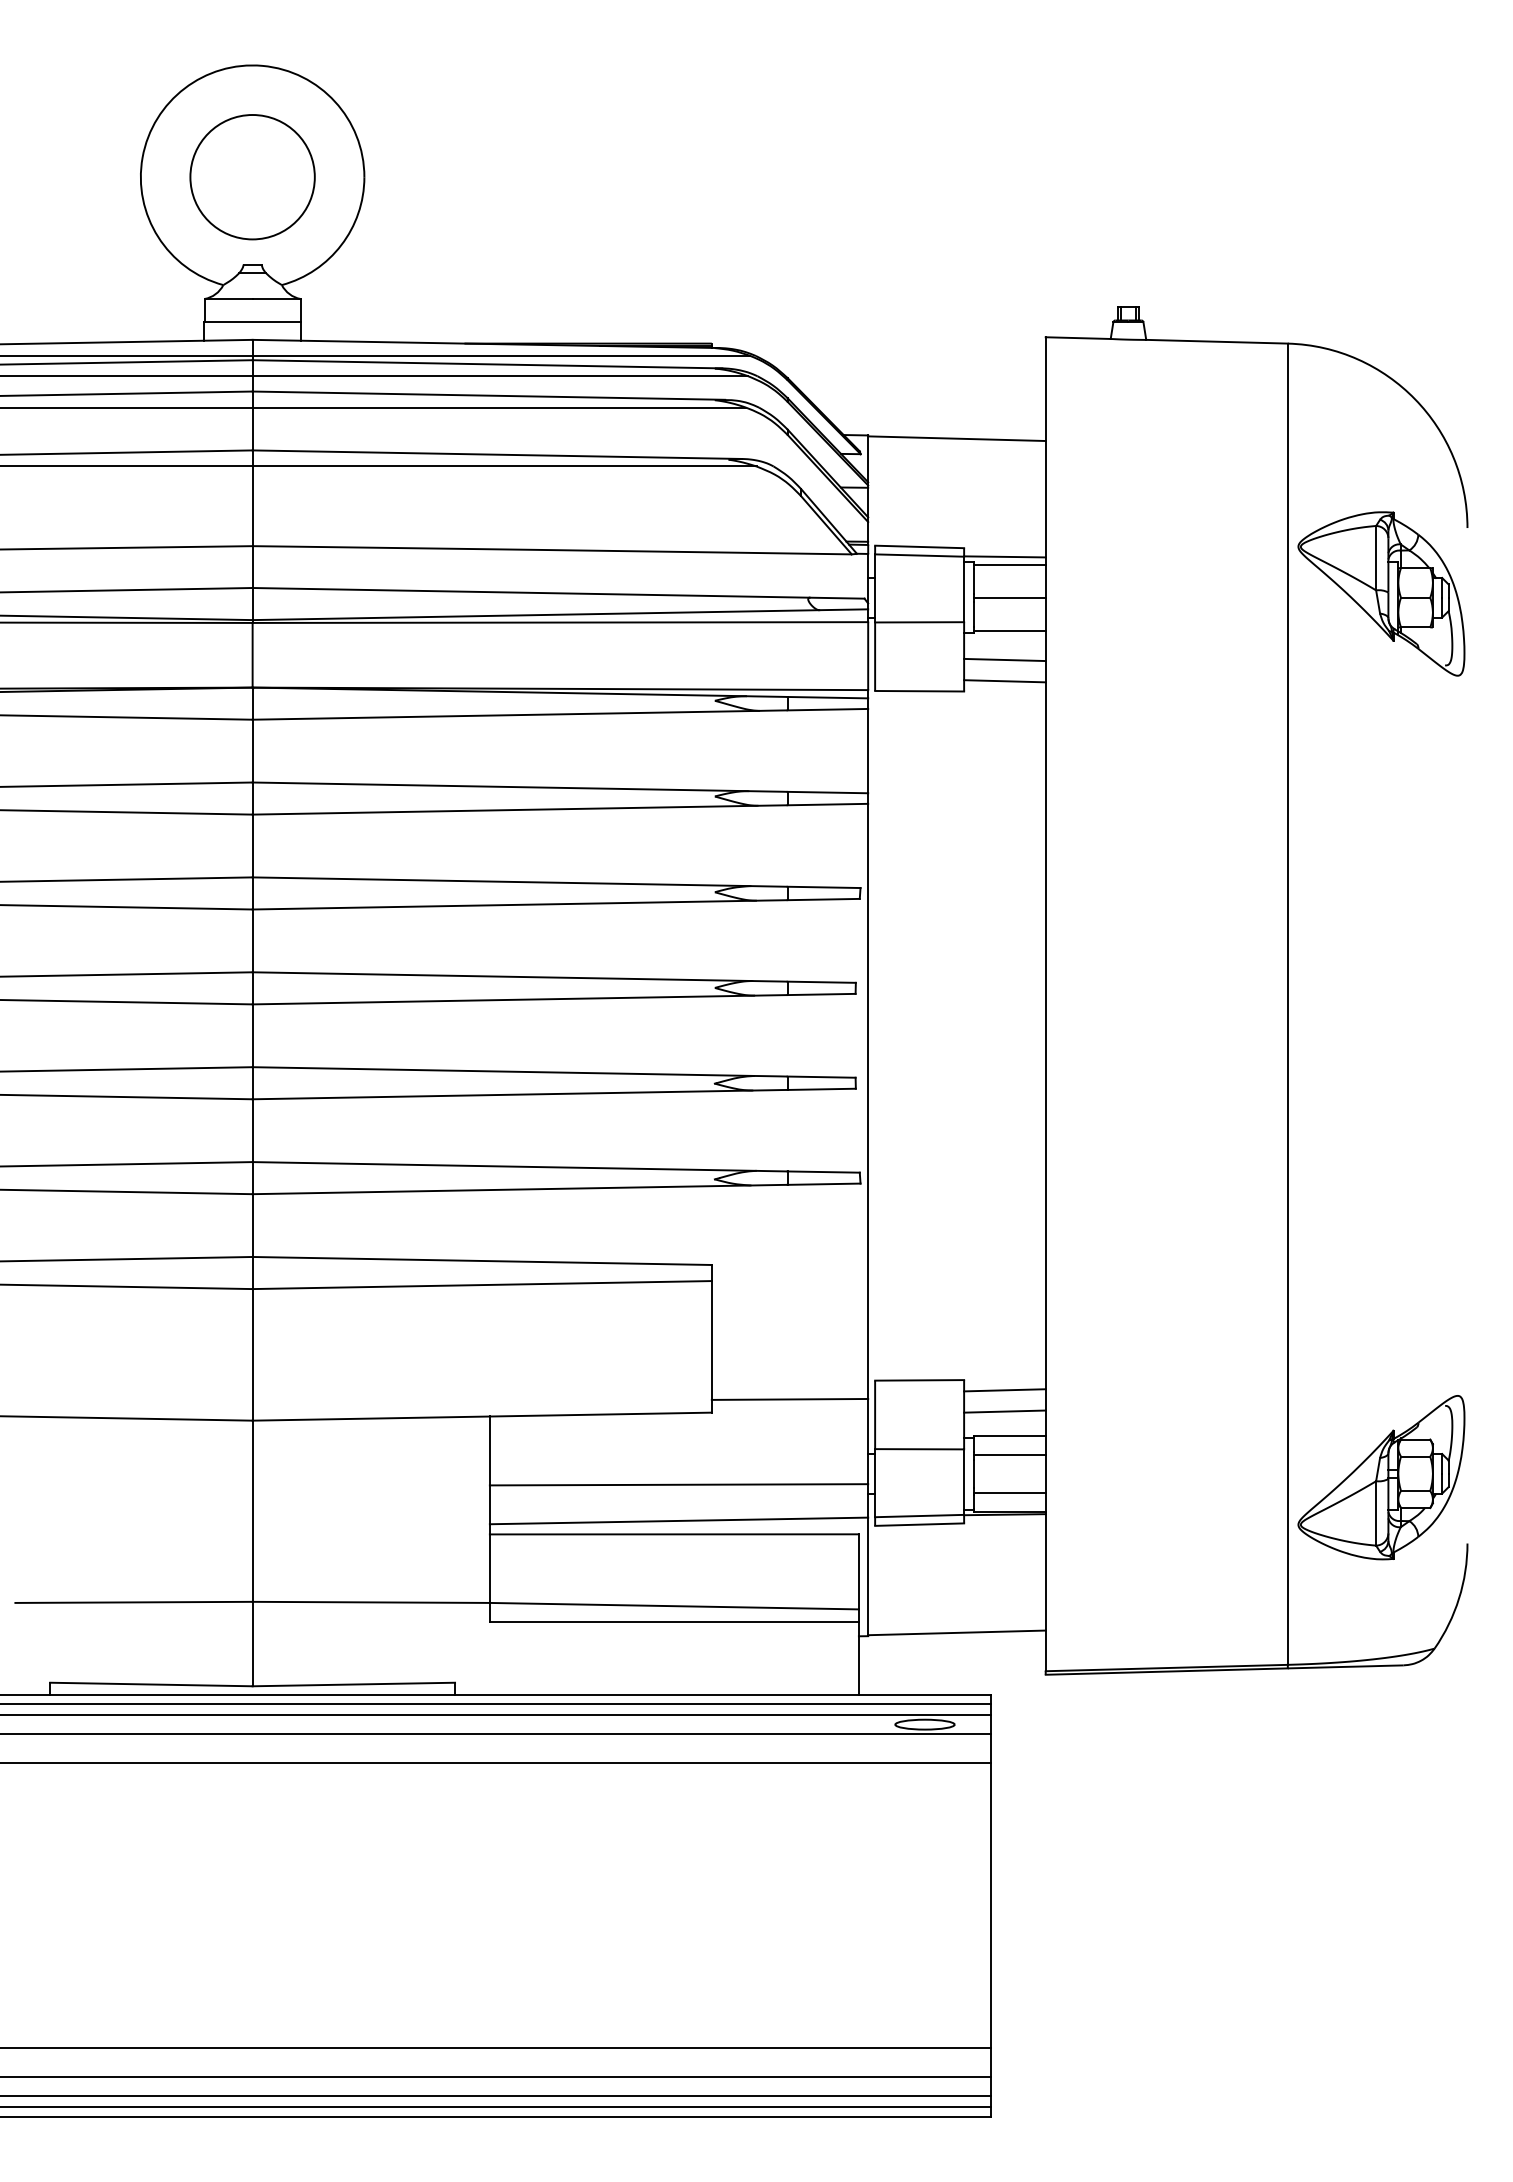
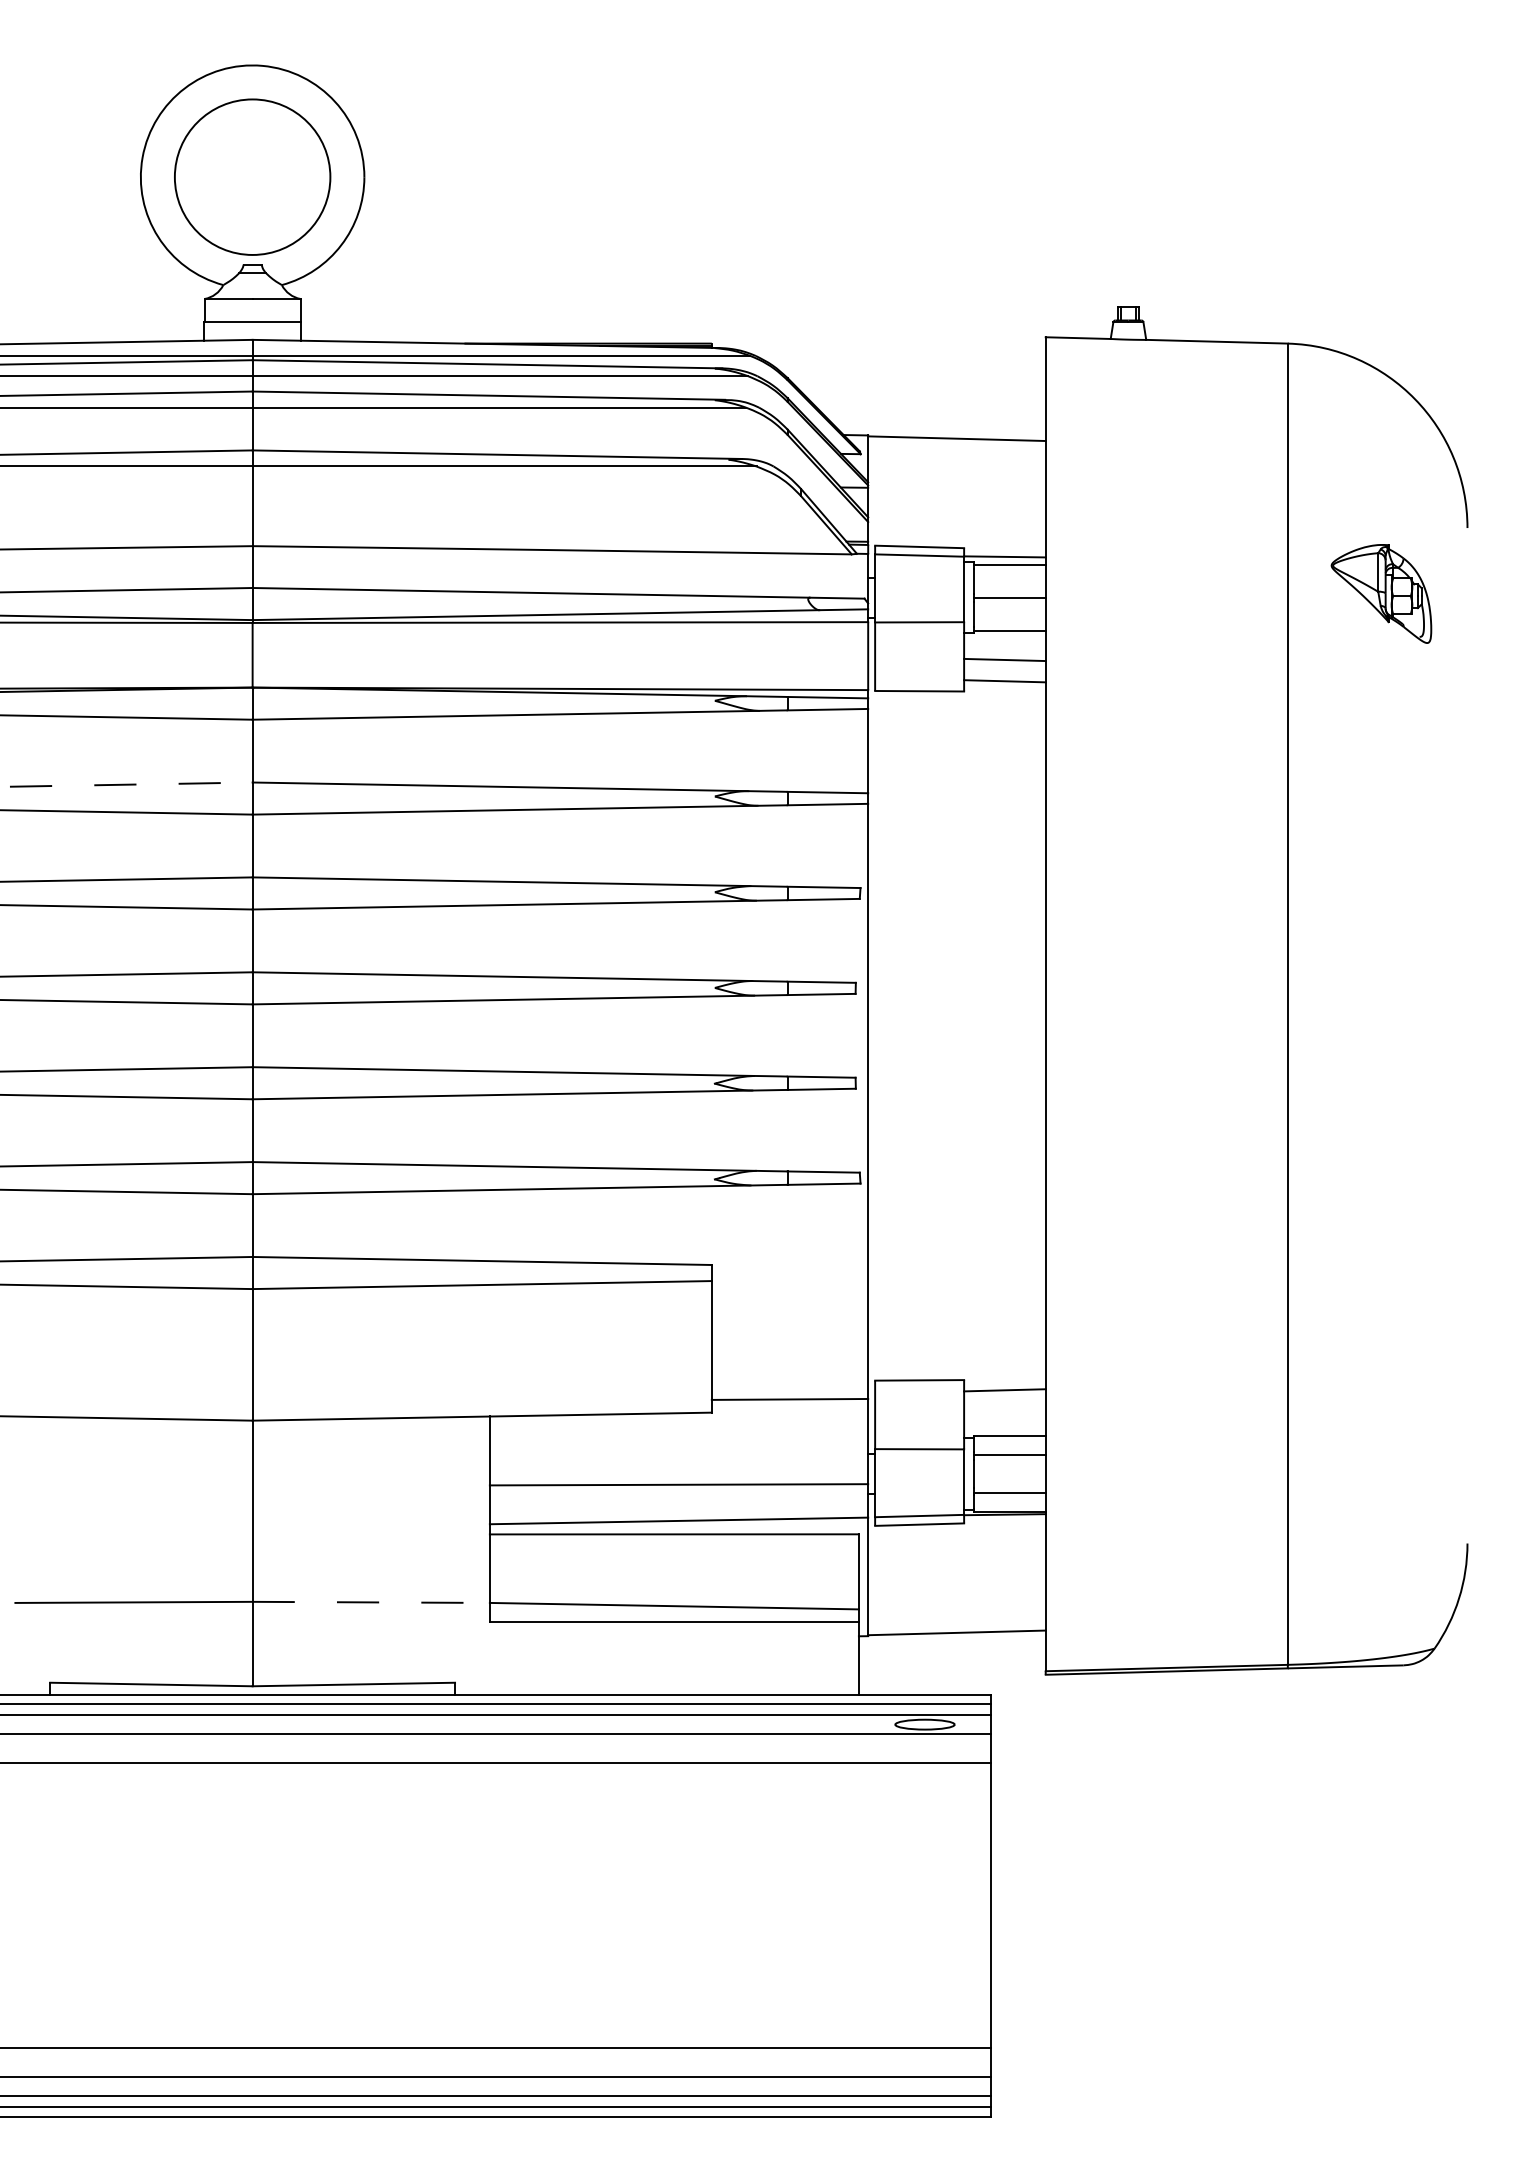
circle at (252, 177) diameter: 124 px -> 156 px
part at (1381, 593) size: 169x166 px -> 103x100 px
line at (126, 784): solid -> dashed
line at (1004, 1411): present -> none
part at (1381, 1477): present -> none
line at (371, 1602): solid -> dashed
